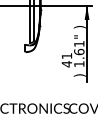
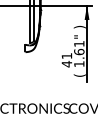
text at (79, 75): ) -> (
